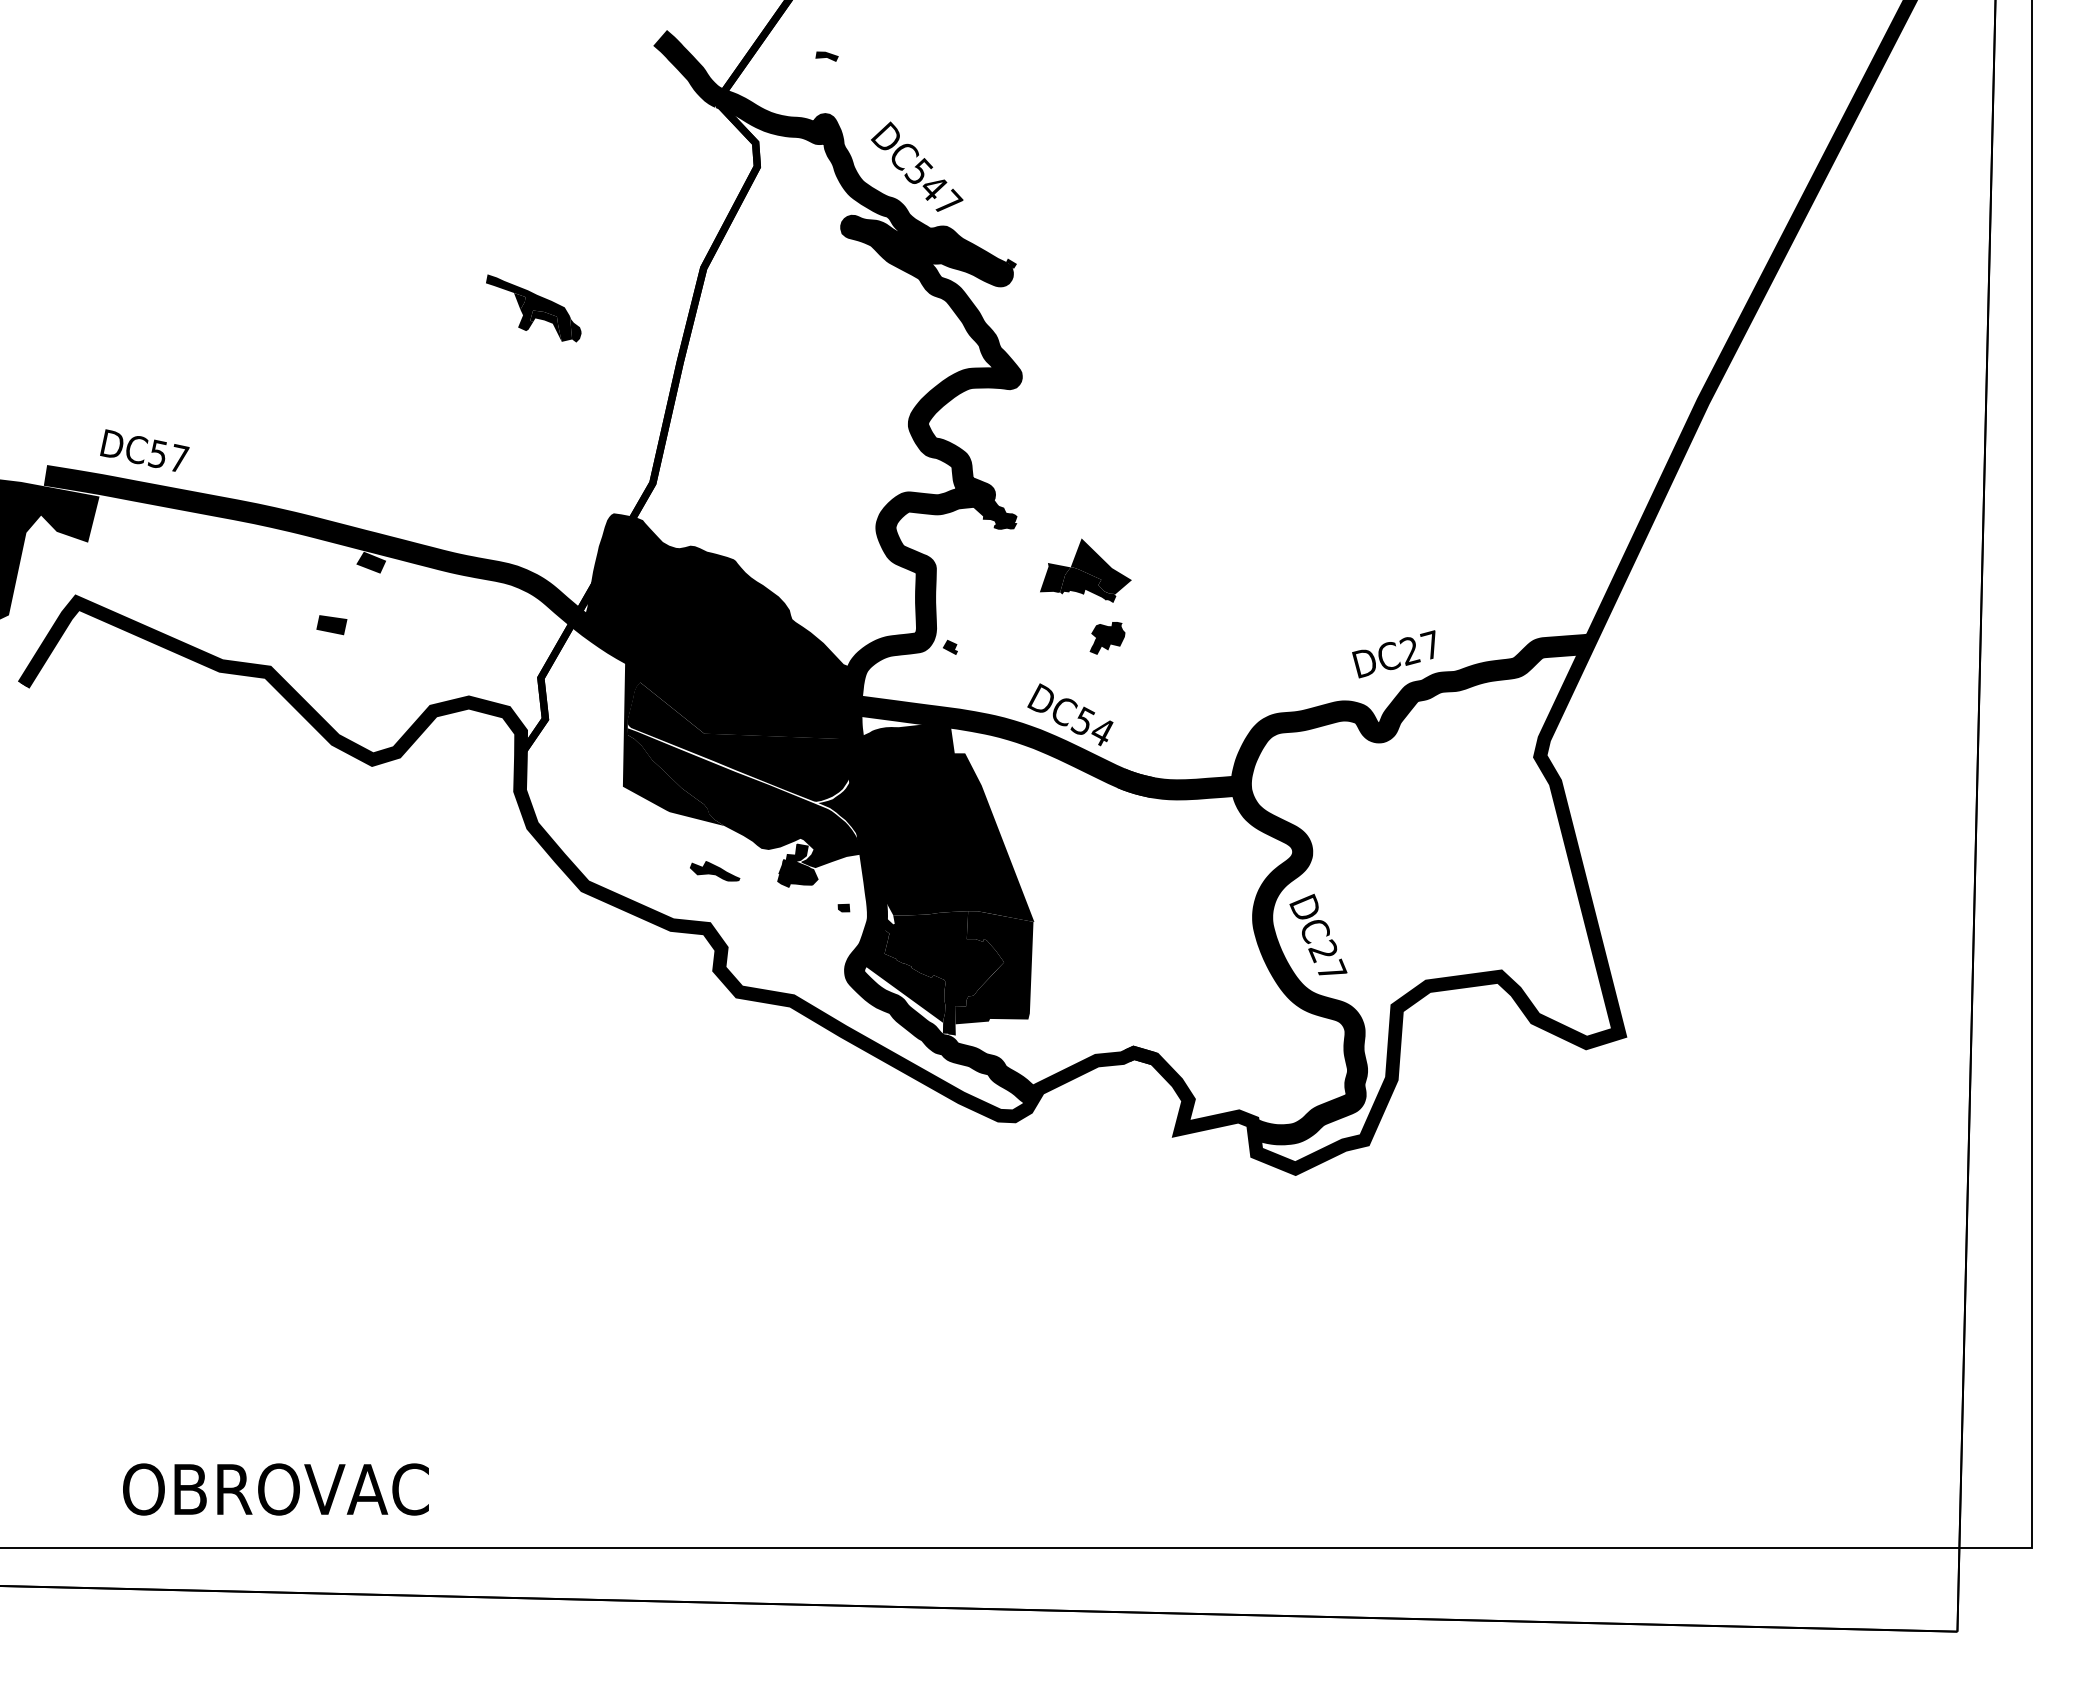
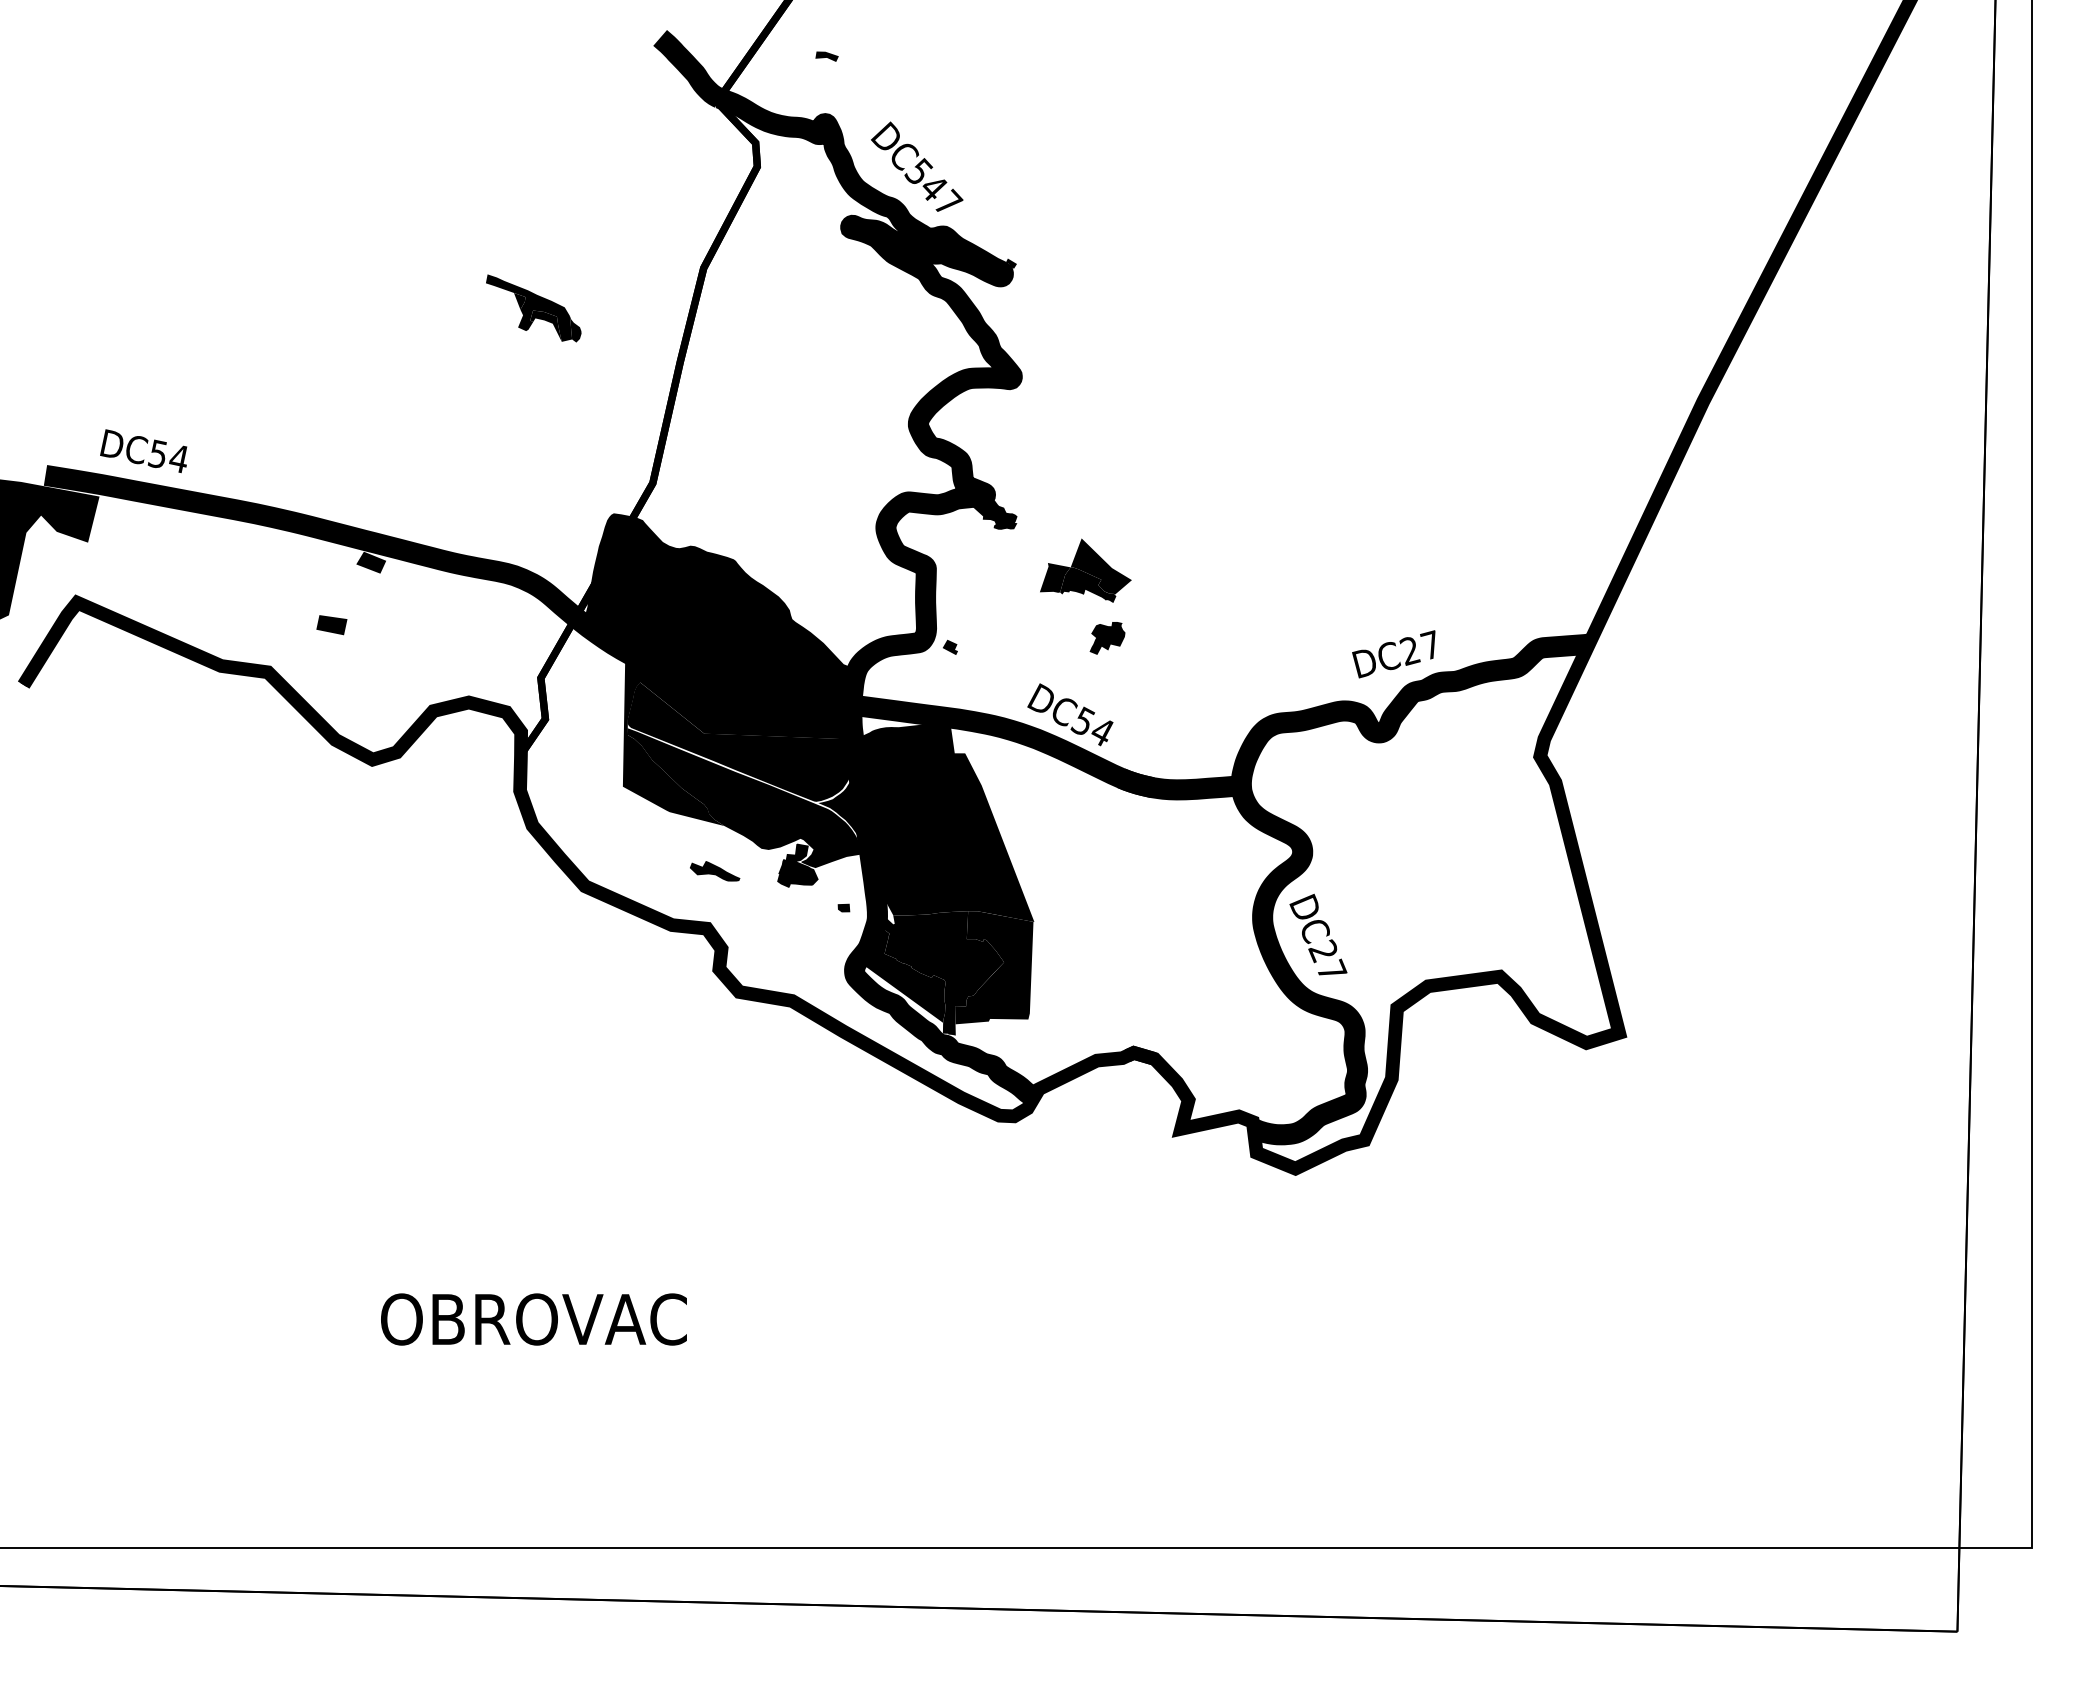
text at (179, 458): DC57 -> DC54
text at (275, 1489) position: (275, 1489) -> (533, 1319)
